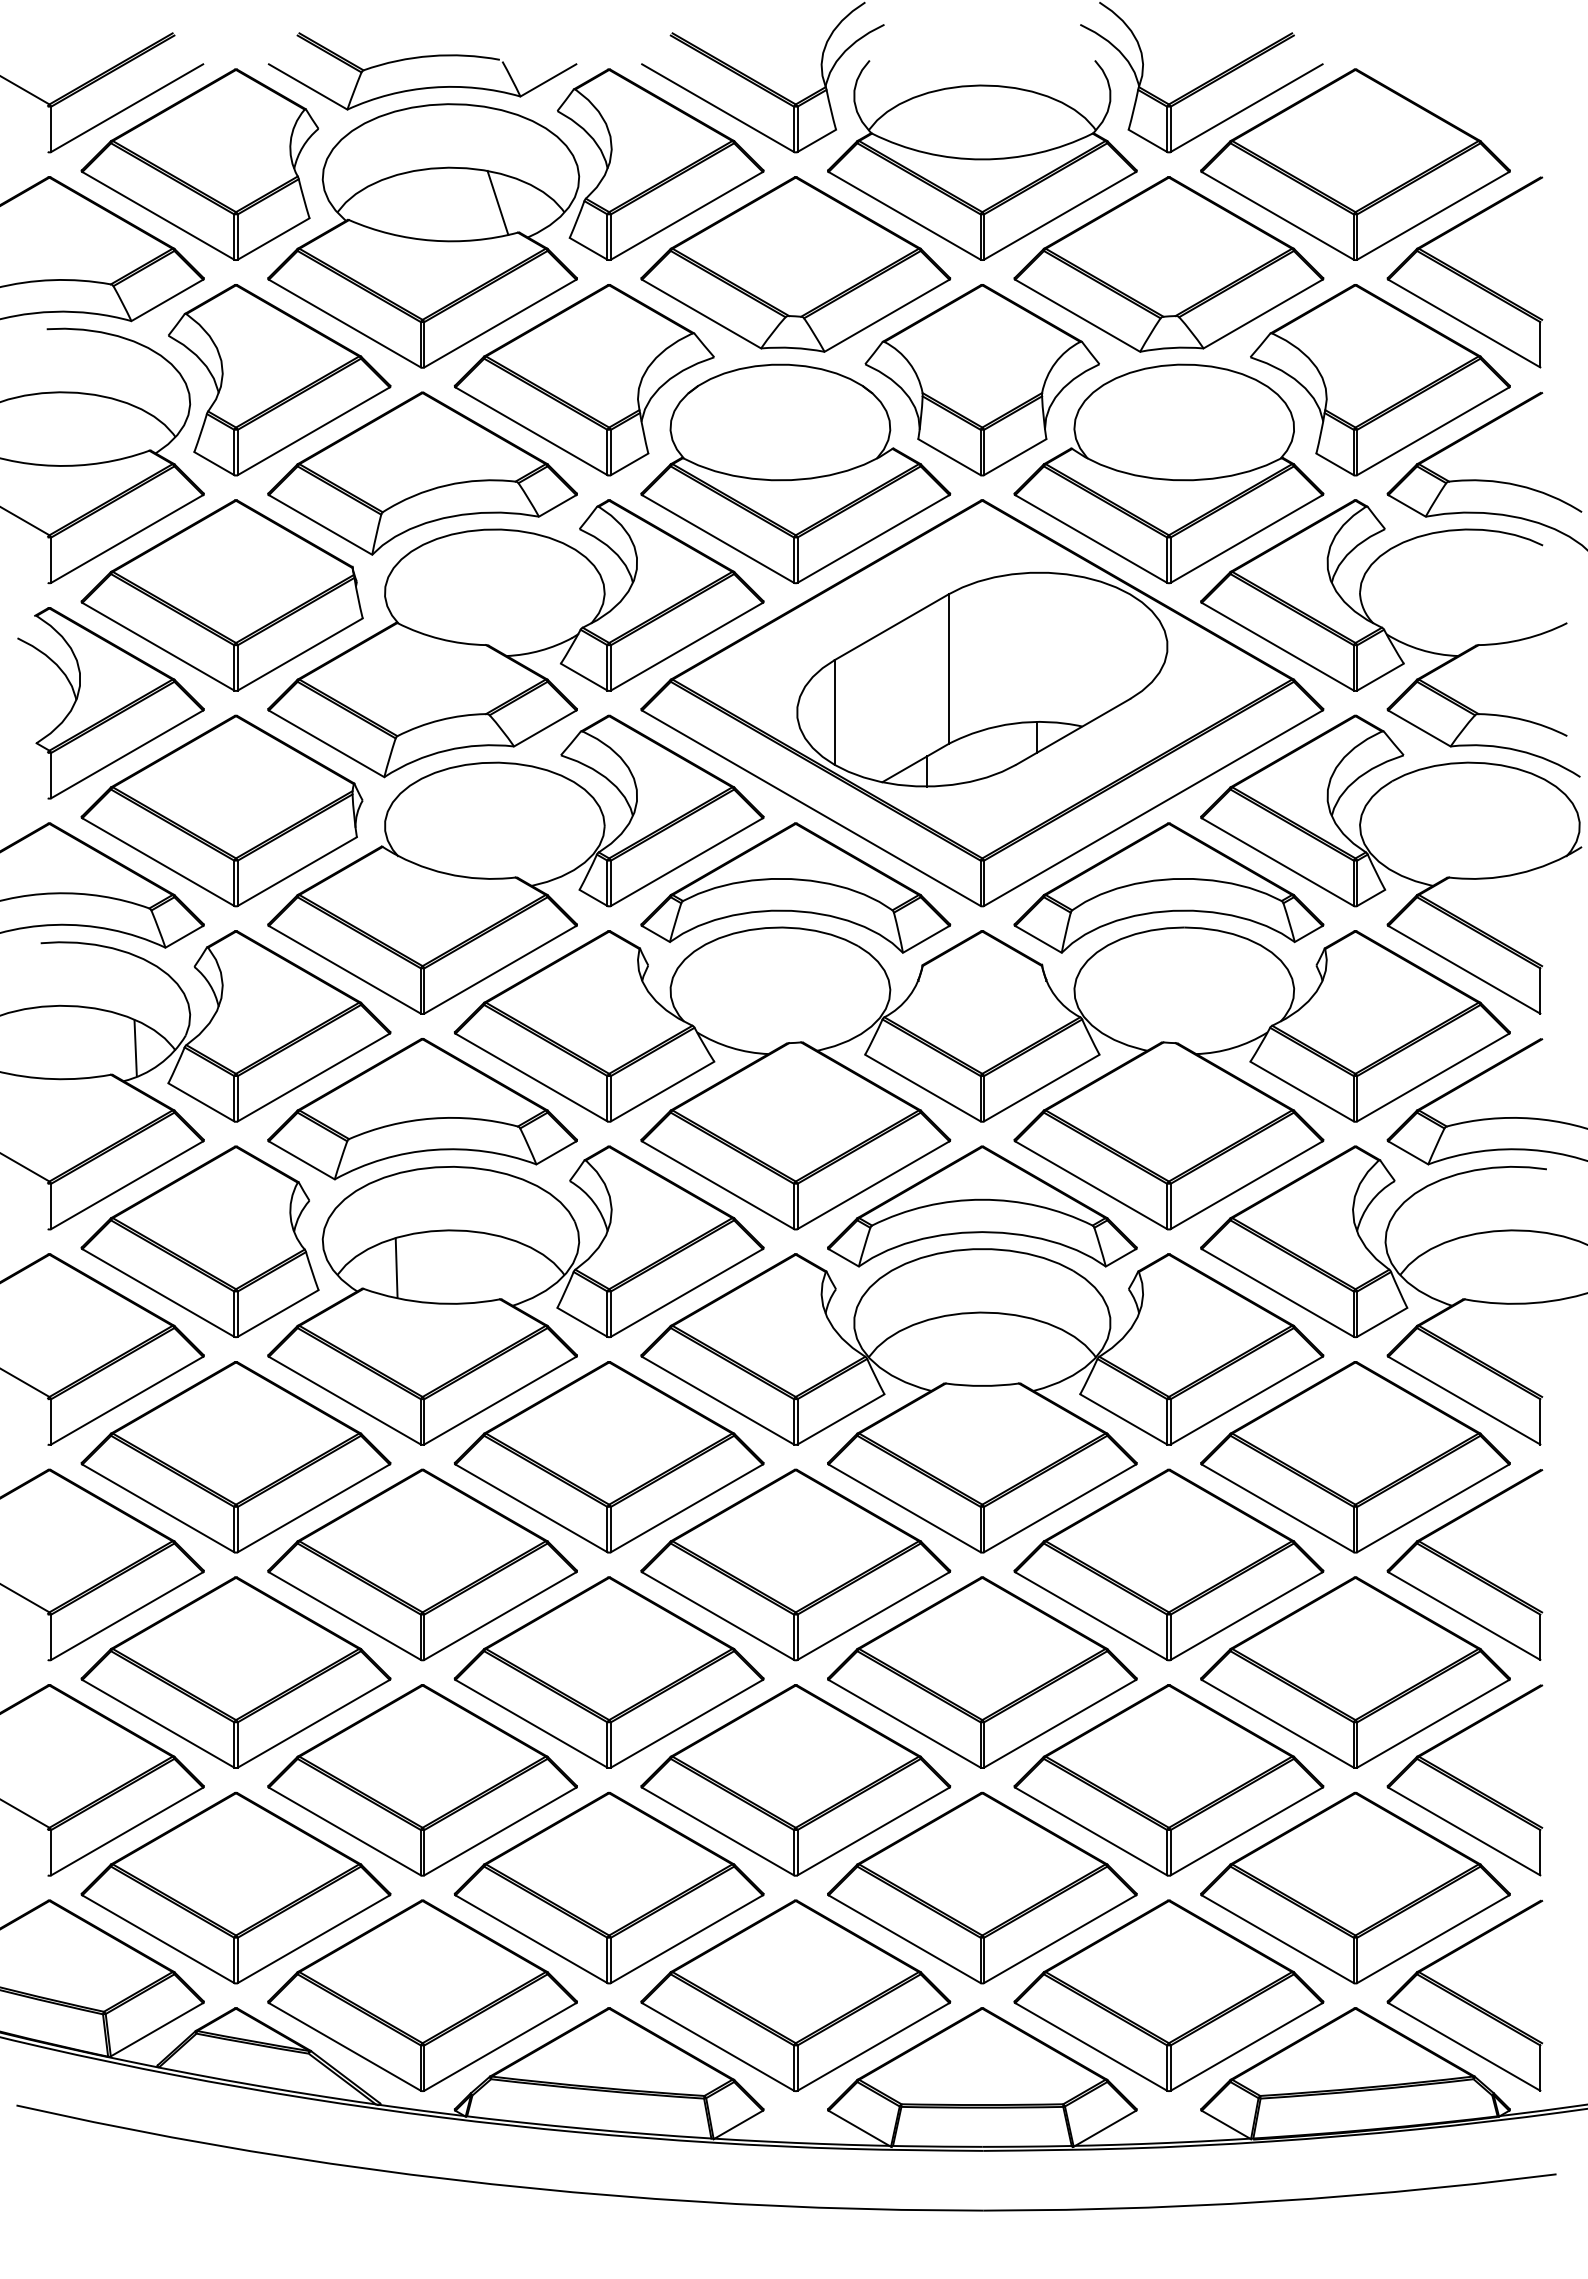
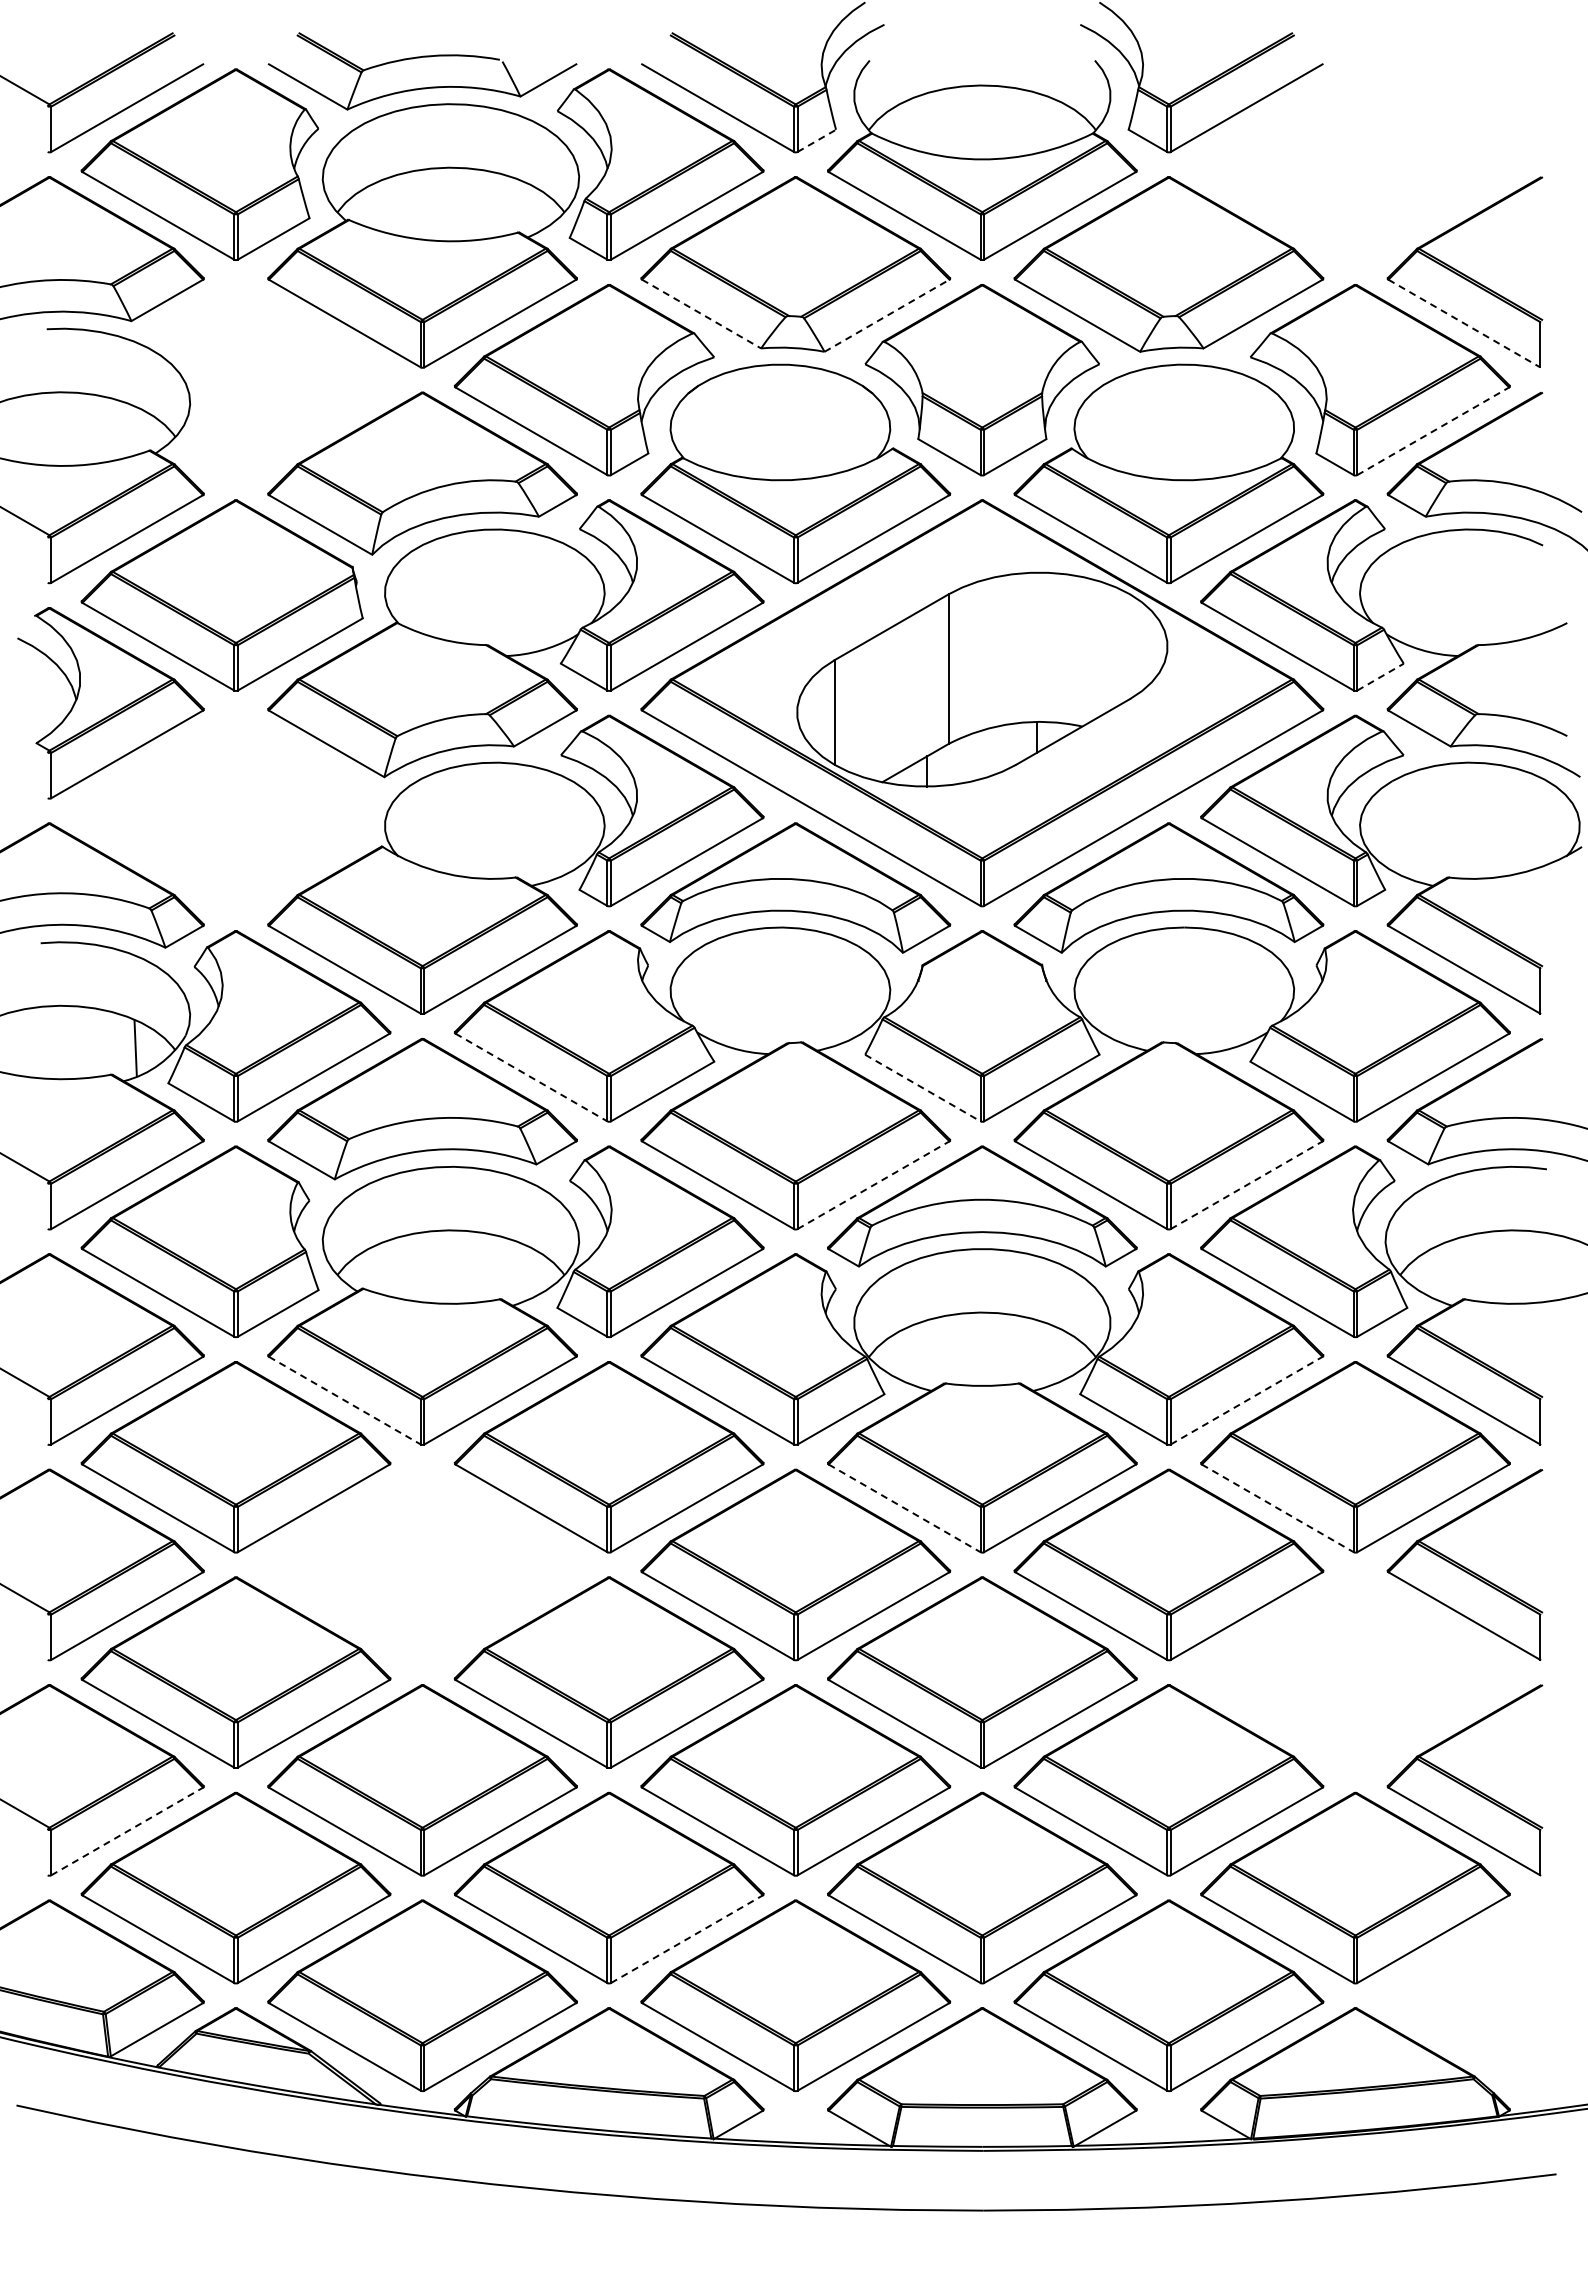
line at (817, 140): solid -> dashed
part at (1355, 164): present -> none
line at (497, 202): present -> none
line at (701, 314): solid -> dashed
line at (887, 315): solid -> dashed
line at (1464, 323): solid -> dashed
part at (279, 380): present -> none
line at (1433, 431): solid -> dashed
line at (1380, 677): solid -> dashed
part at (221, 810): present -> none
line at (531, 1077): solid -> dashed
line at (922, 1088): solid -> dashed
line at (873, 1185): solid -> dashed
line at (1246, 1185): solid -> dashed
line at (396, 1267): present -> none
line at (344, 1400): solid -> dashed
line at (1246, 1400): solid -> dashed
line at (904, 1508): solid -> dashed
line at (1277, 1508): solid -> dashed
part at (422, 1564): present -> none
part at (1355, 1672): present -> none
line at (127, 1831): solid -> dashed
line at (686, 1939): solid -> dashed
part at (1464, 1995): present -> none
